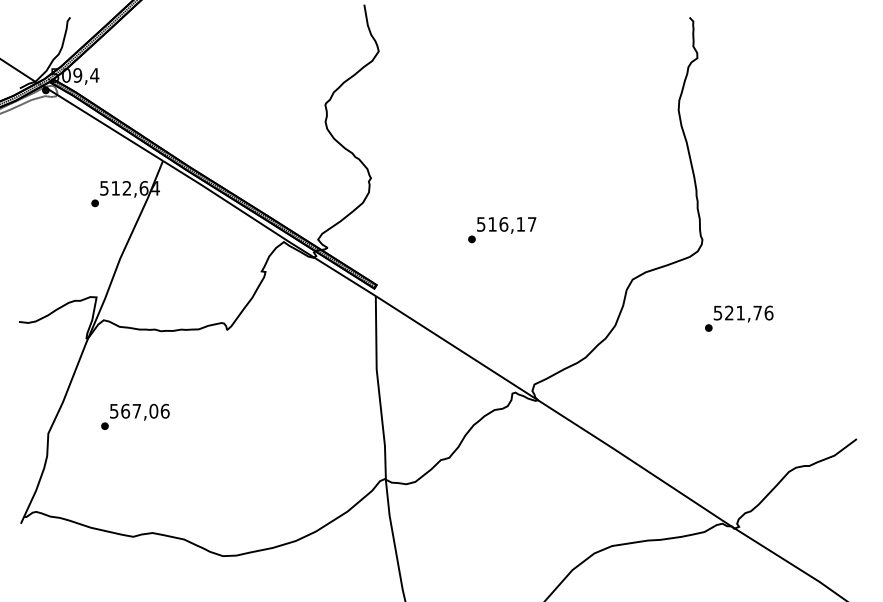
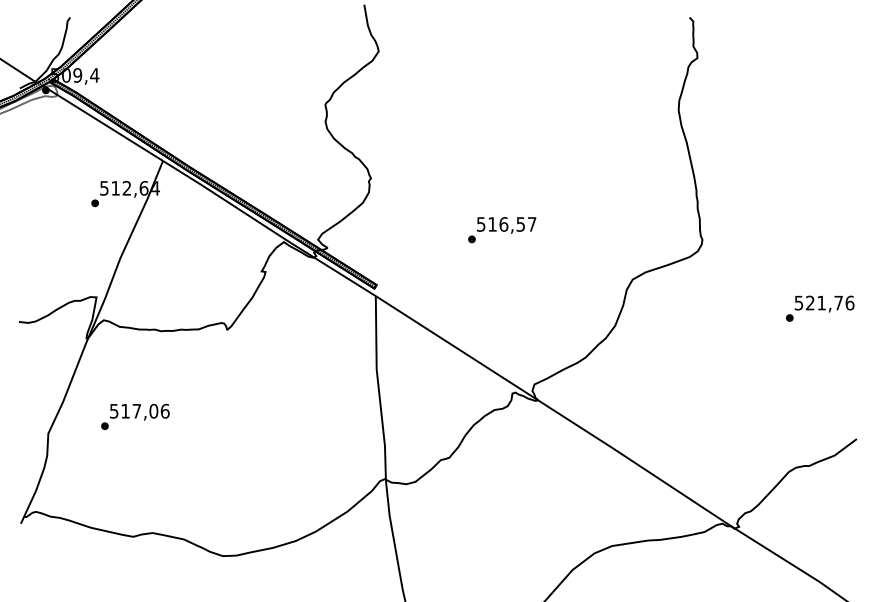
text at (520, 224): 516,17 -> 516,57
text at (739, 318) position: (739, 318) -> (820, 308)
text at (125, 410): 567,06 -> 517,06
